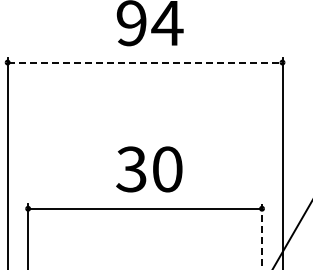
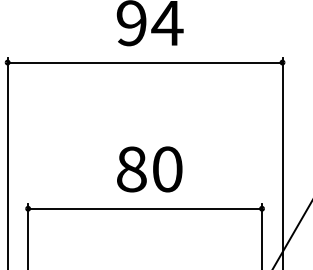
line at (145, 62): dashed -> solid
text at (131, 169): 30 -> 80
line at (262, 237): dashed -> solid
